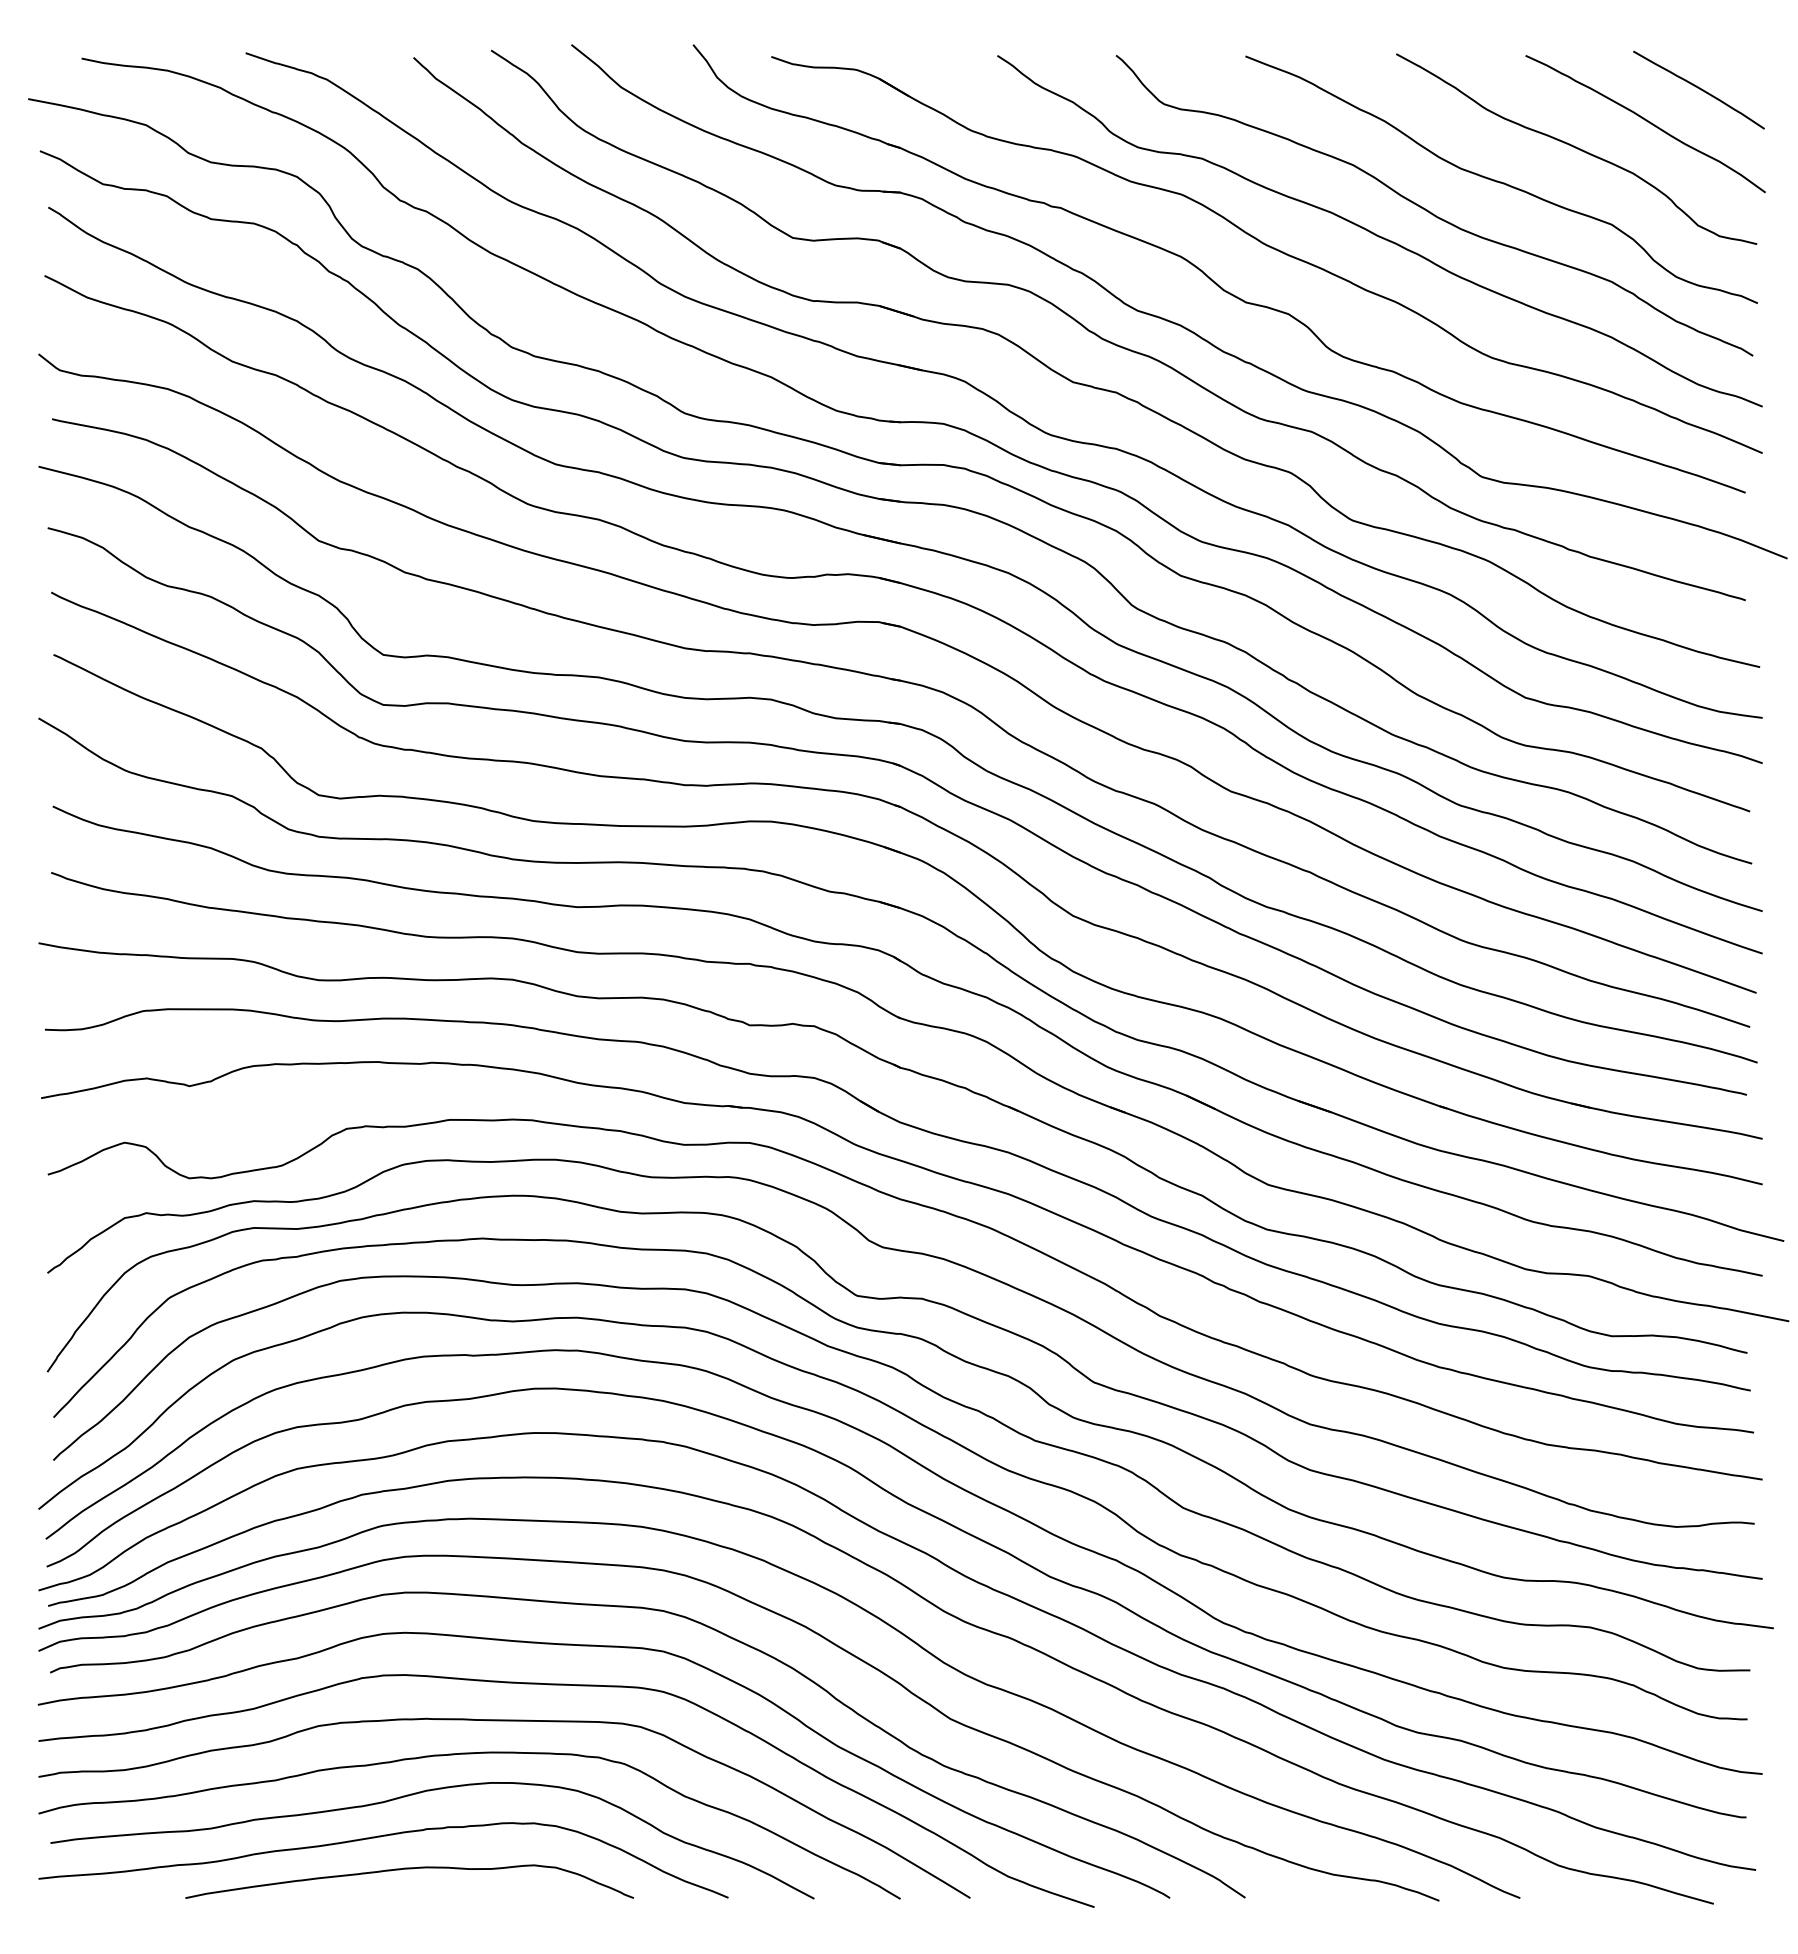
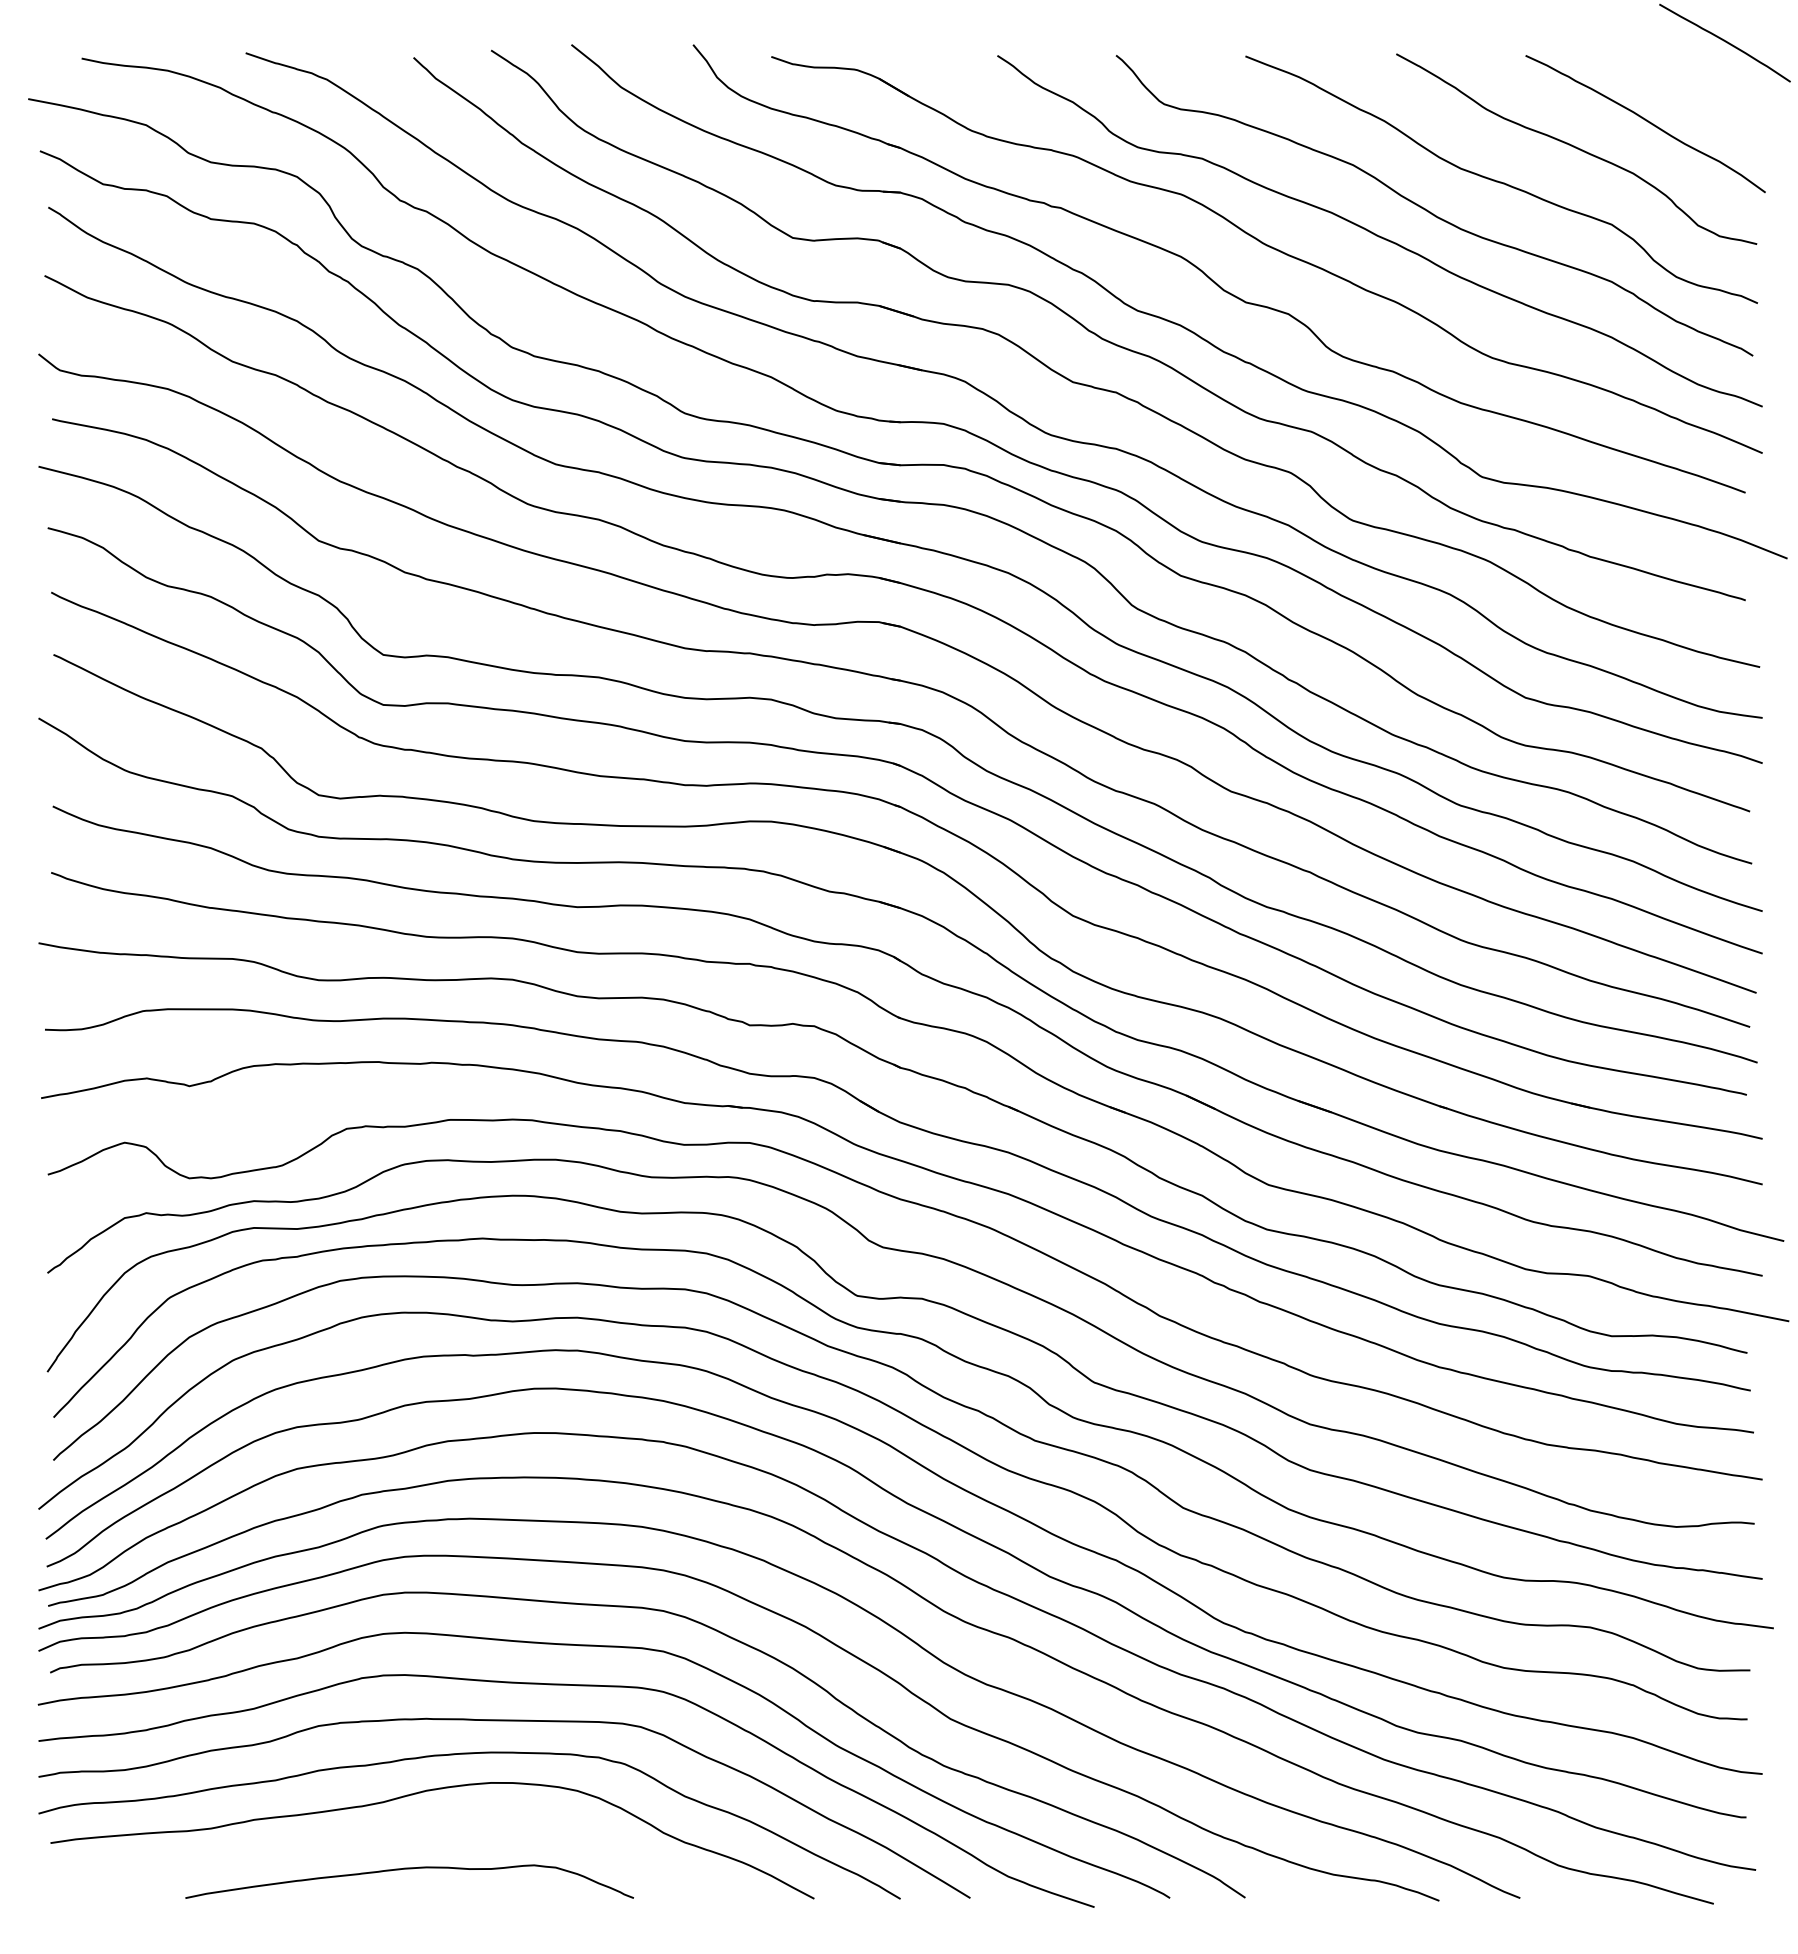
curve at (1698, 88) position: (1698, 88) -> (1724, 41)
curve at (381, 1837): present -> none
